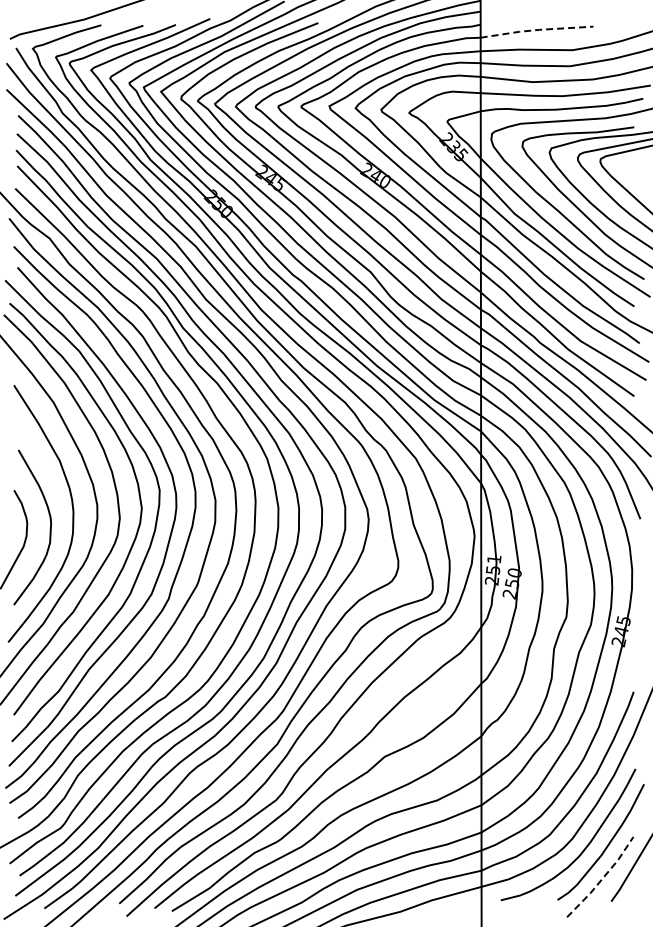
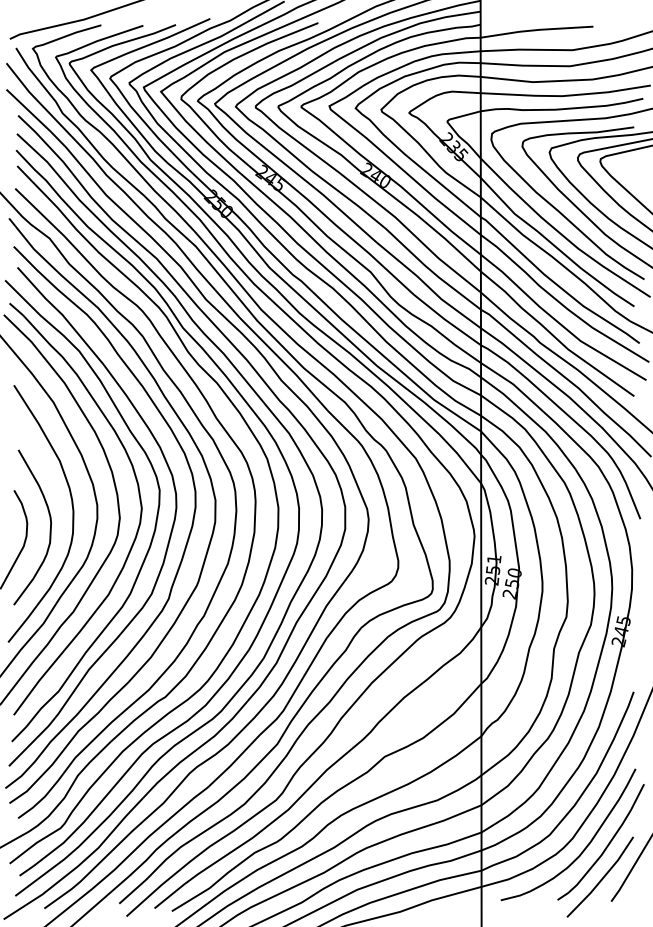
line at (536, 30): dashed -> solid
line at (602, 878): dashed -> solid
